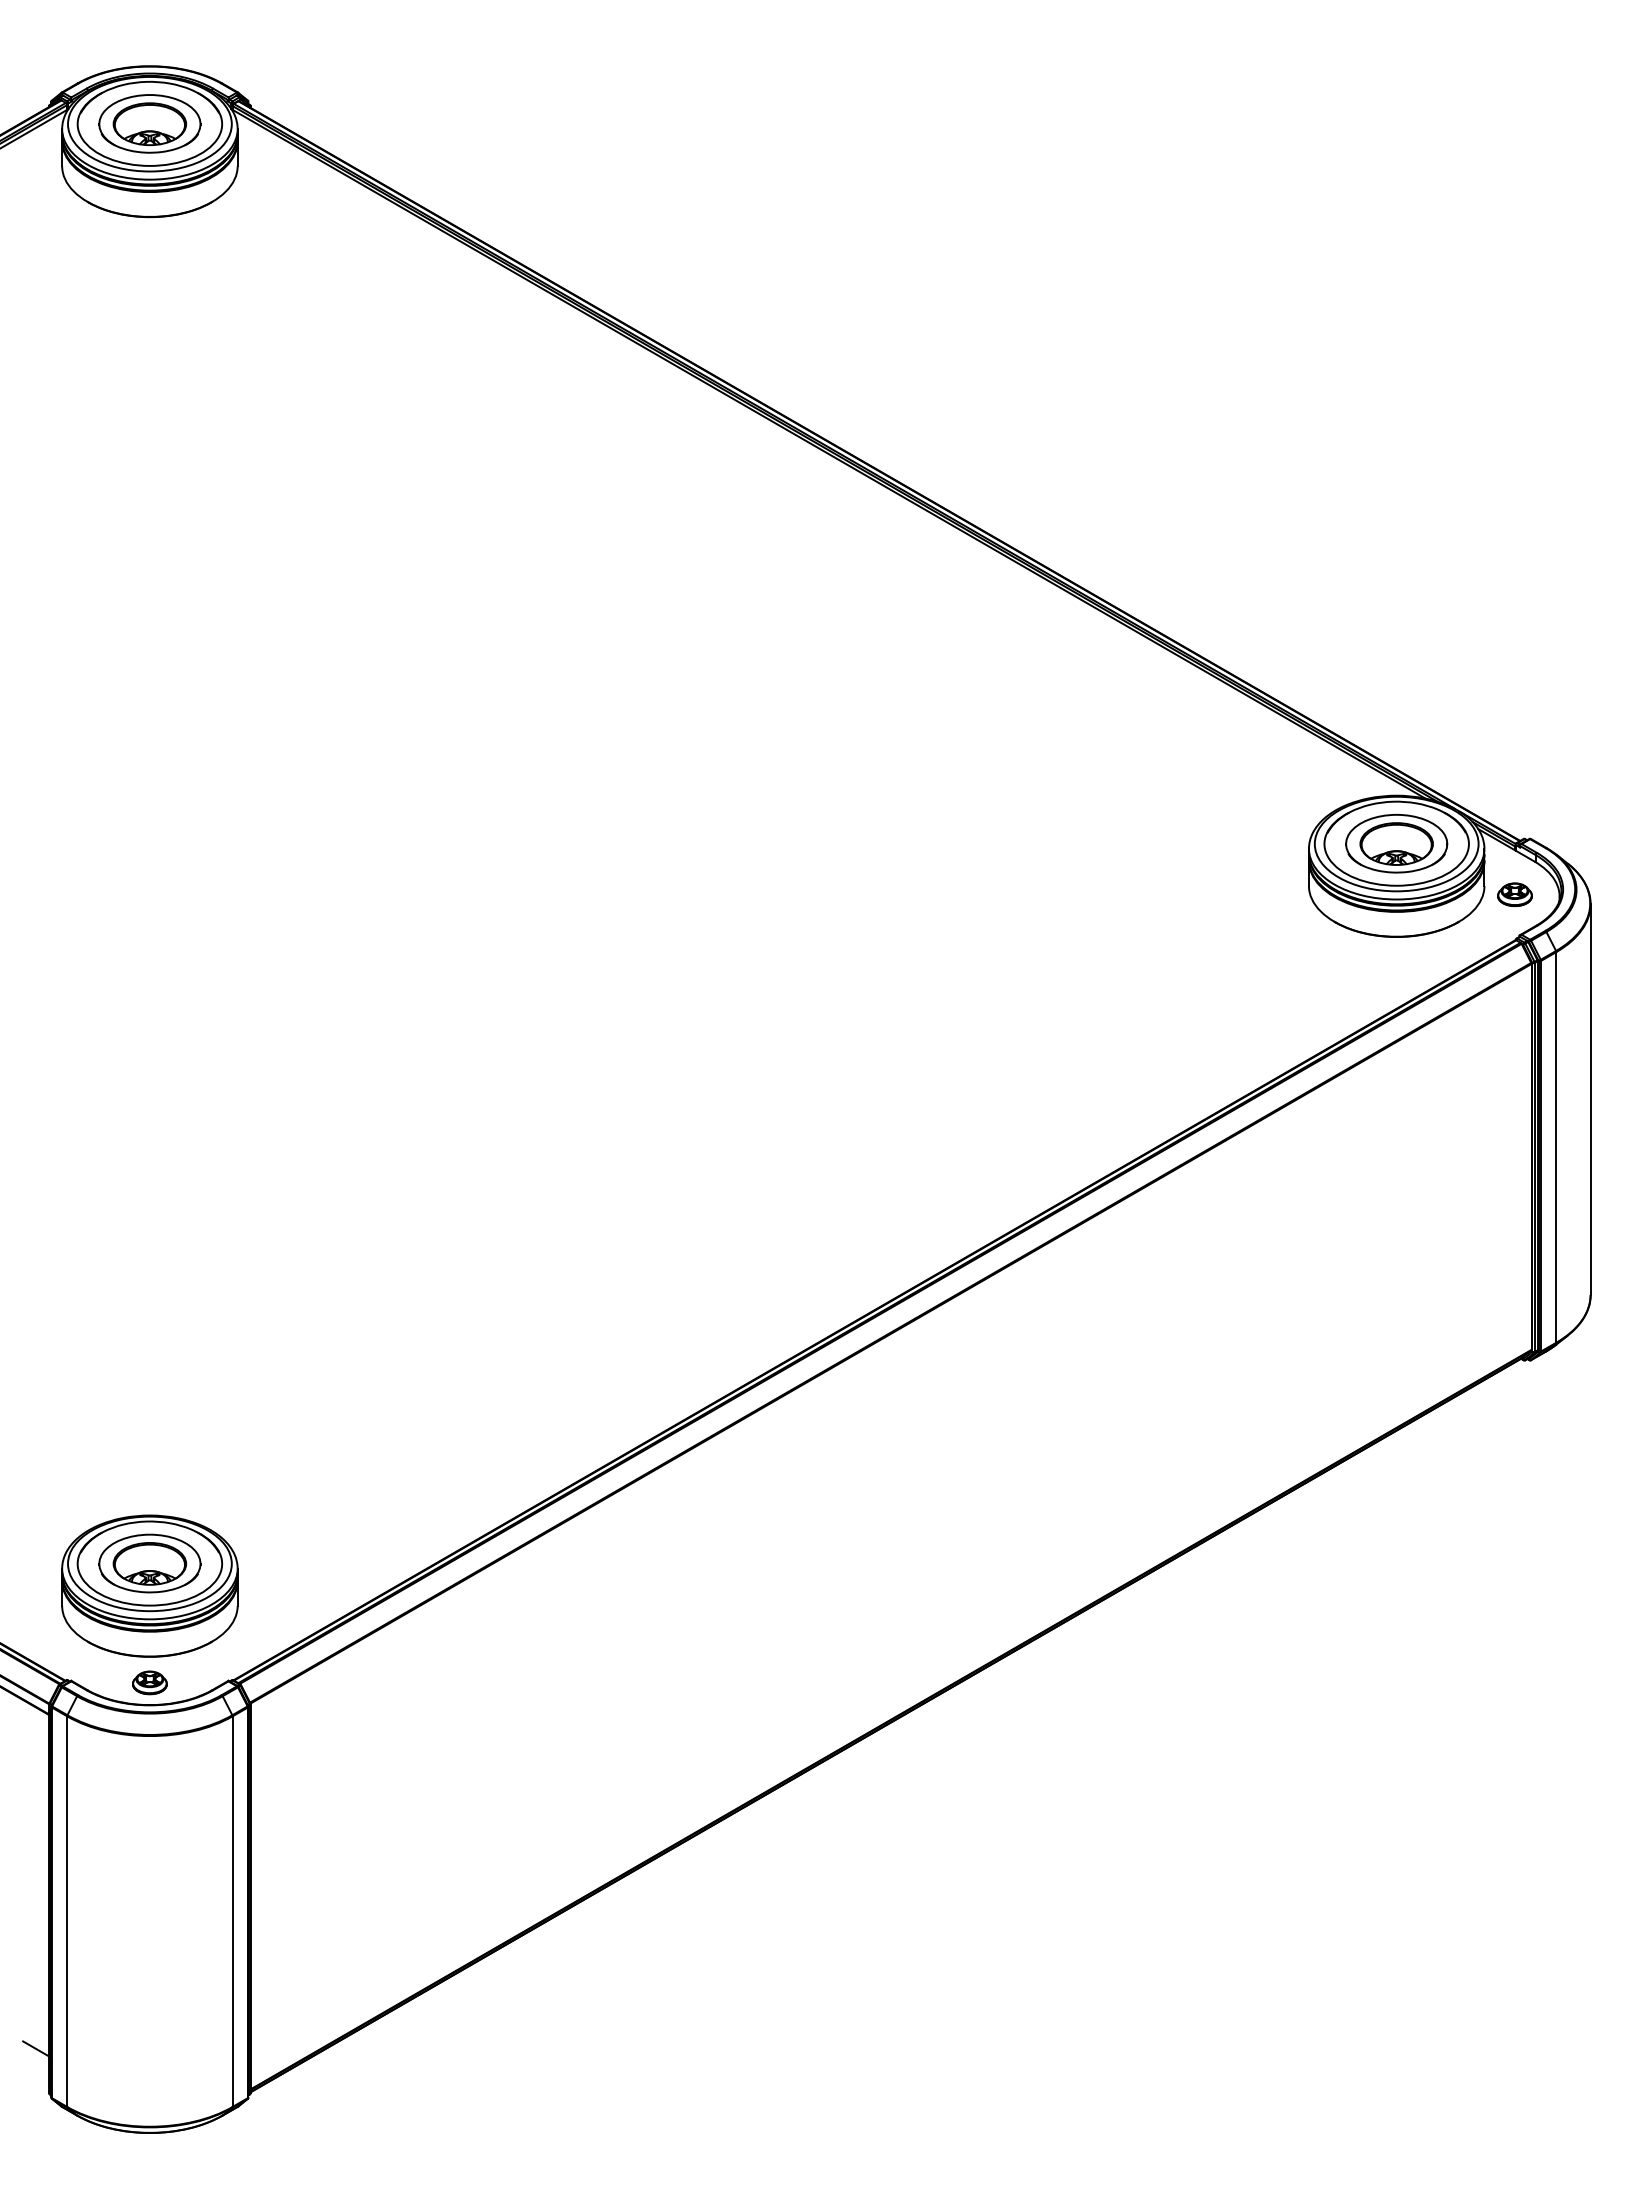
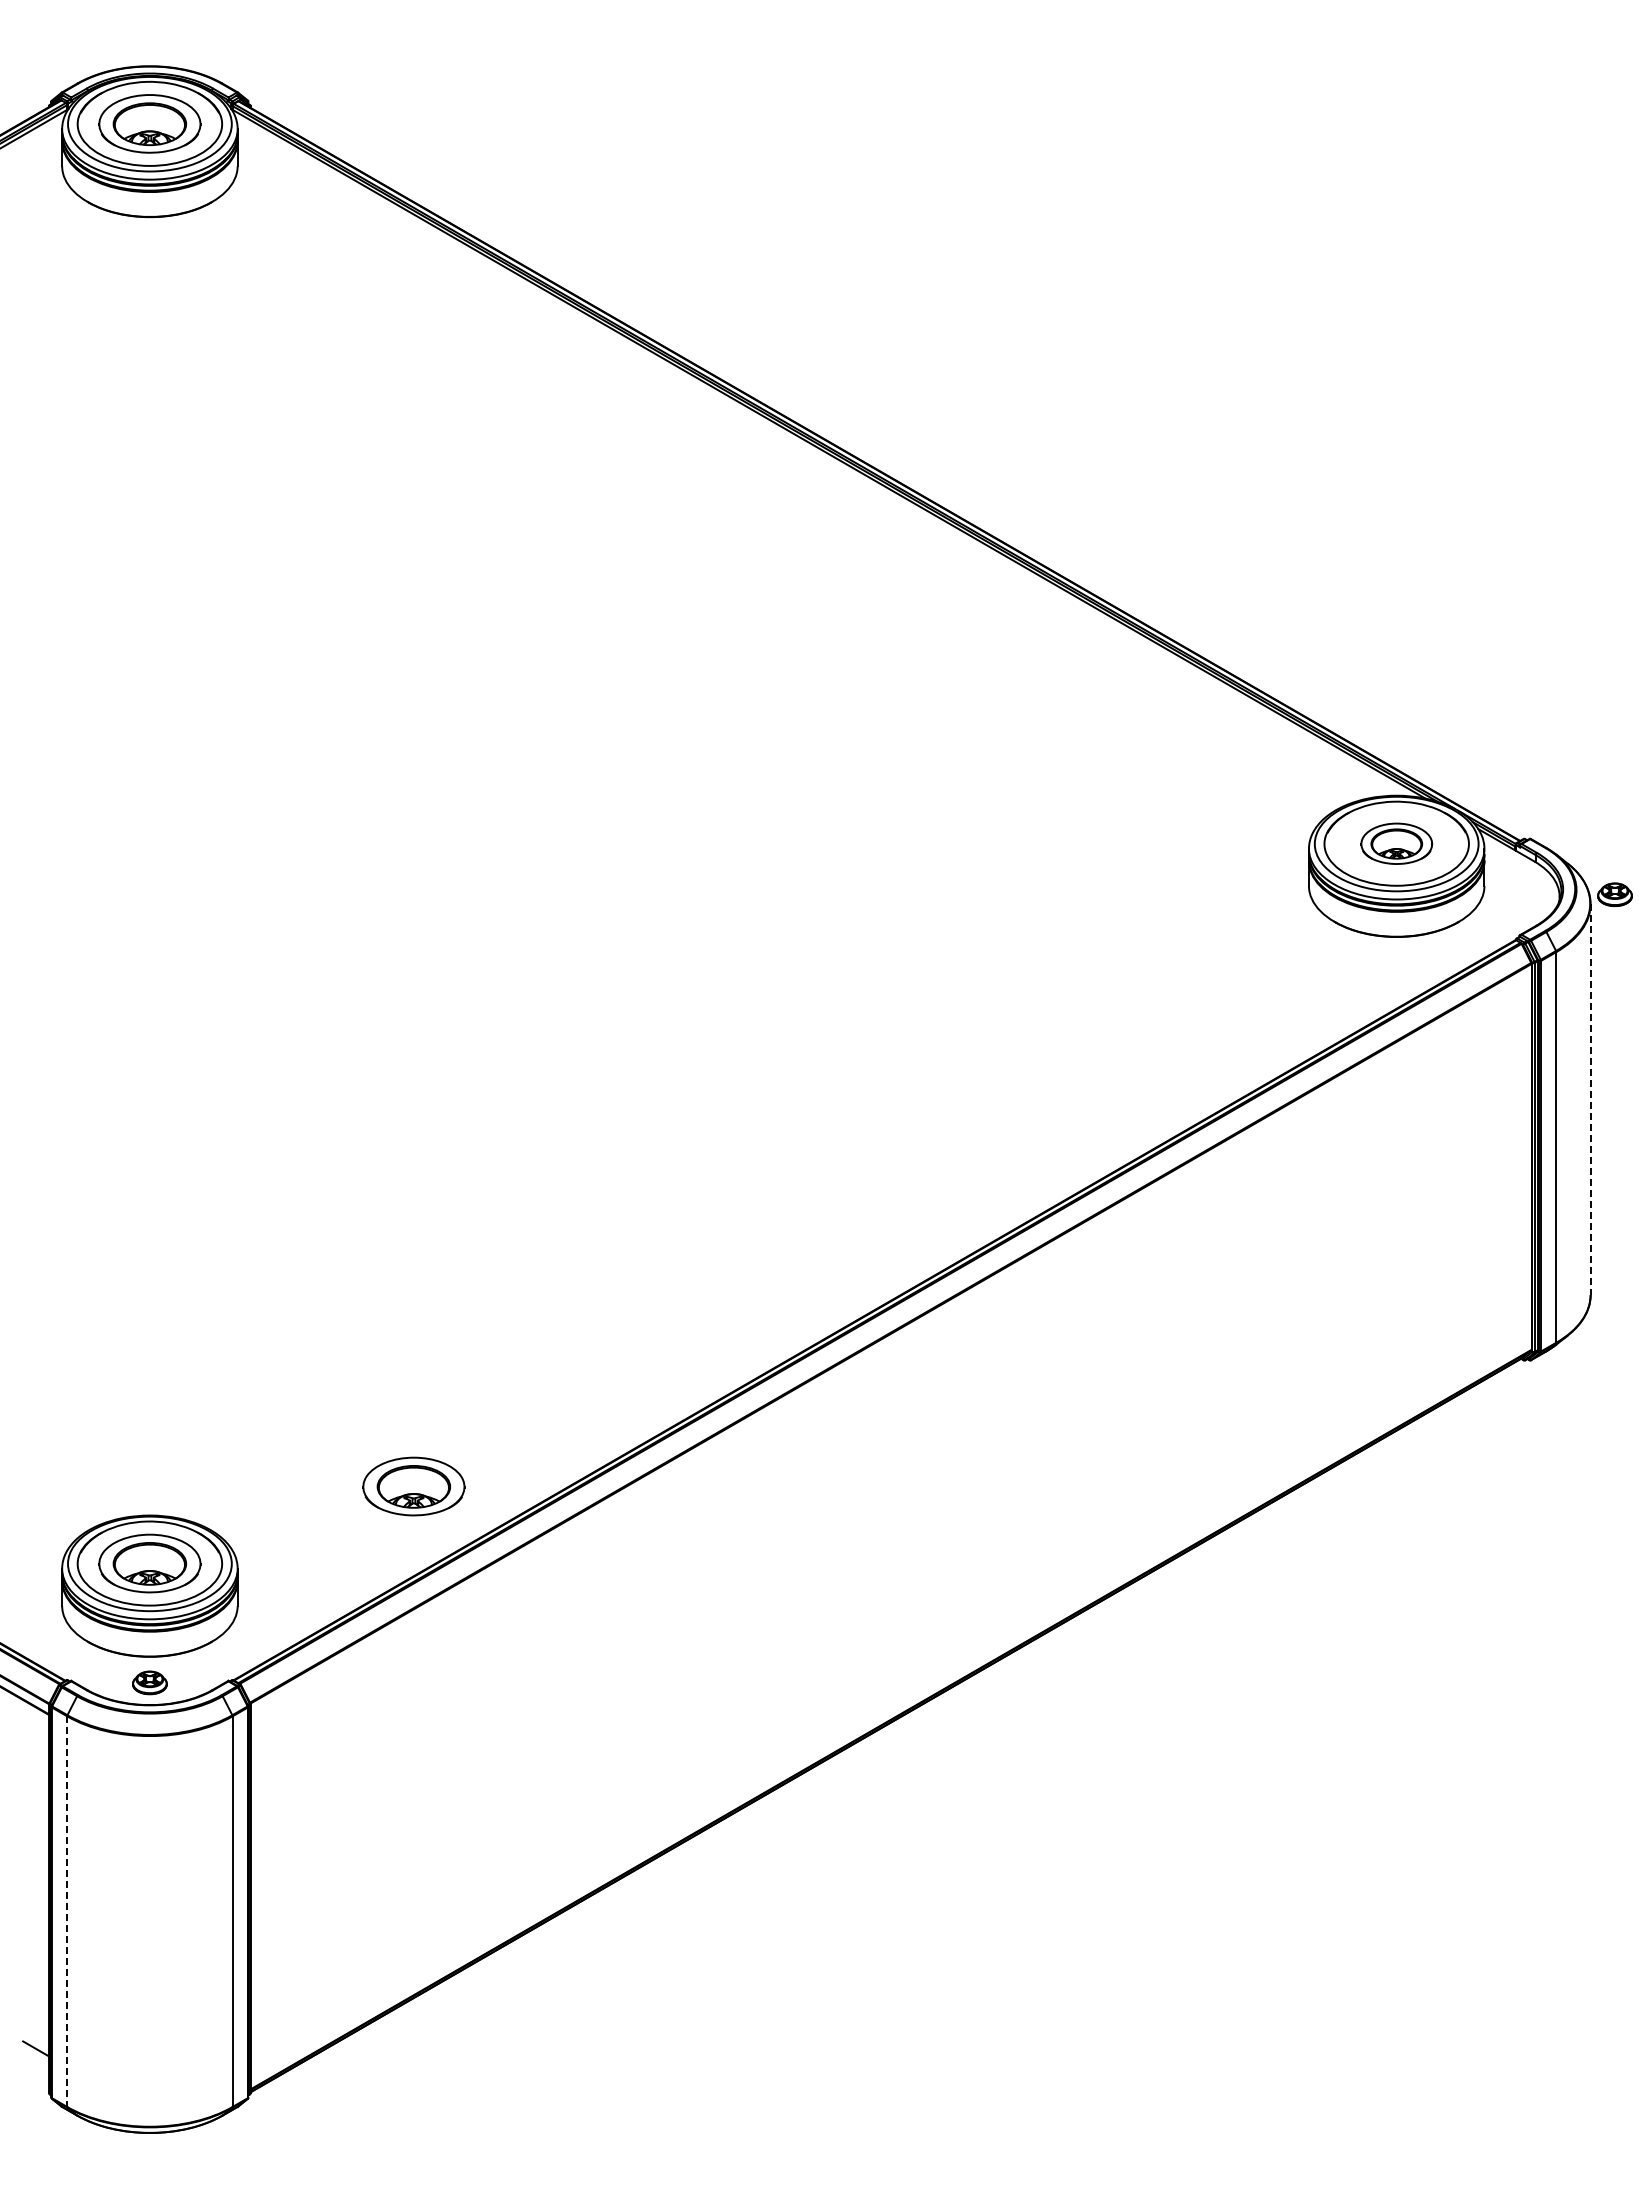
part at (1396, 843) size: 104x60 px -> 74x43 px
part at (1514, 894) position: (1514, 894) -> (1614, 894)
line at (1590, 1100): solid -> dashed
part at (413, 1486): none -> present
line at (67, 1912): solid -> dashed
